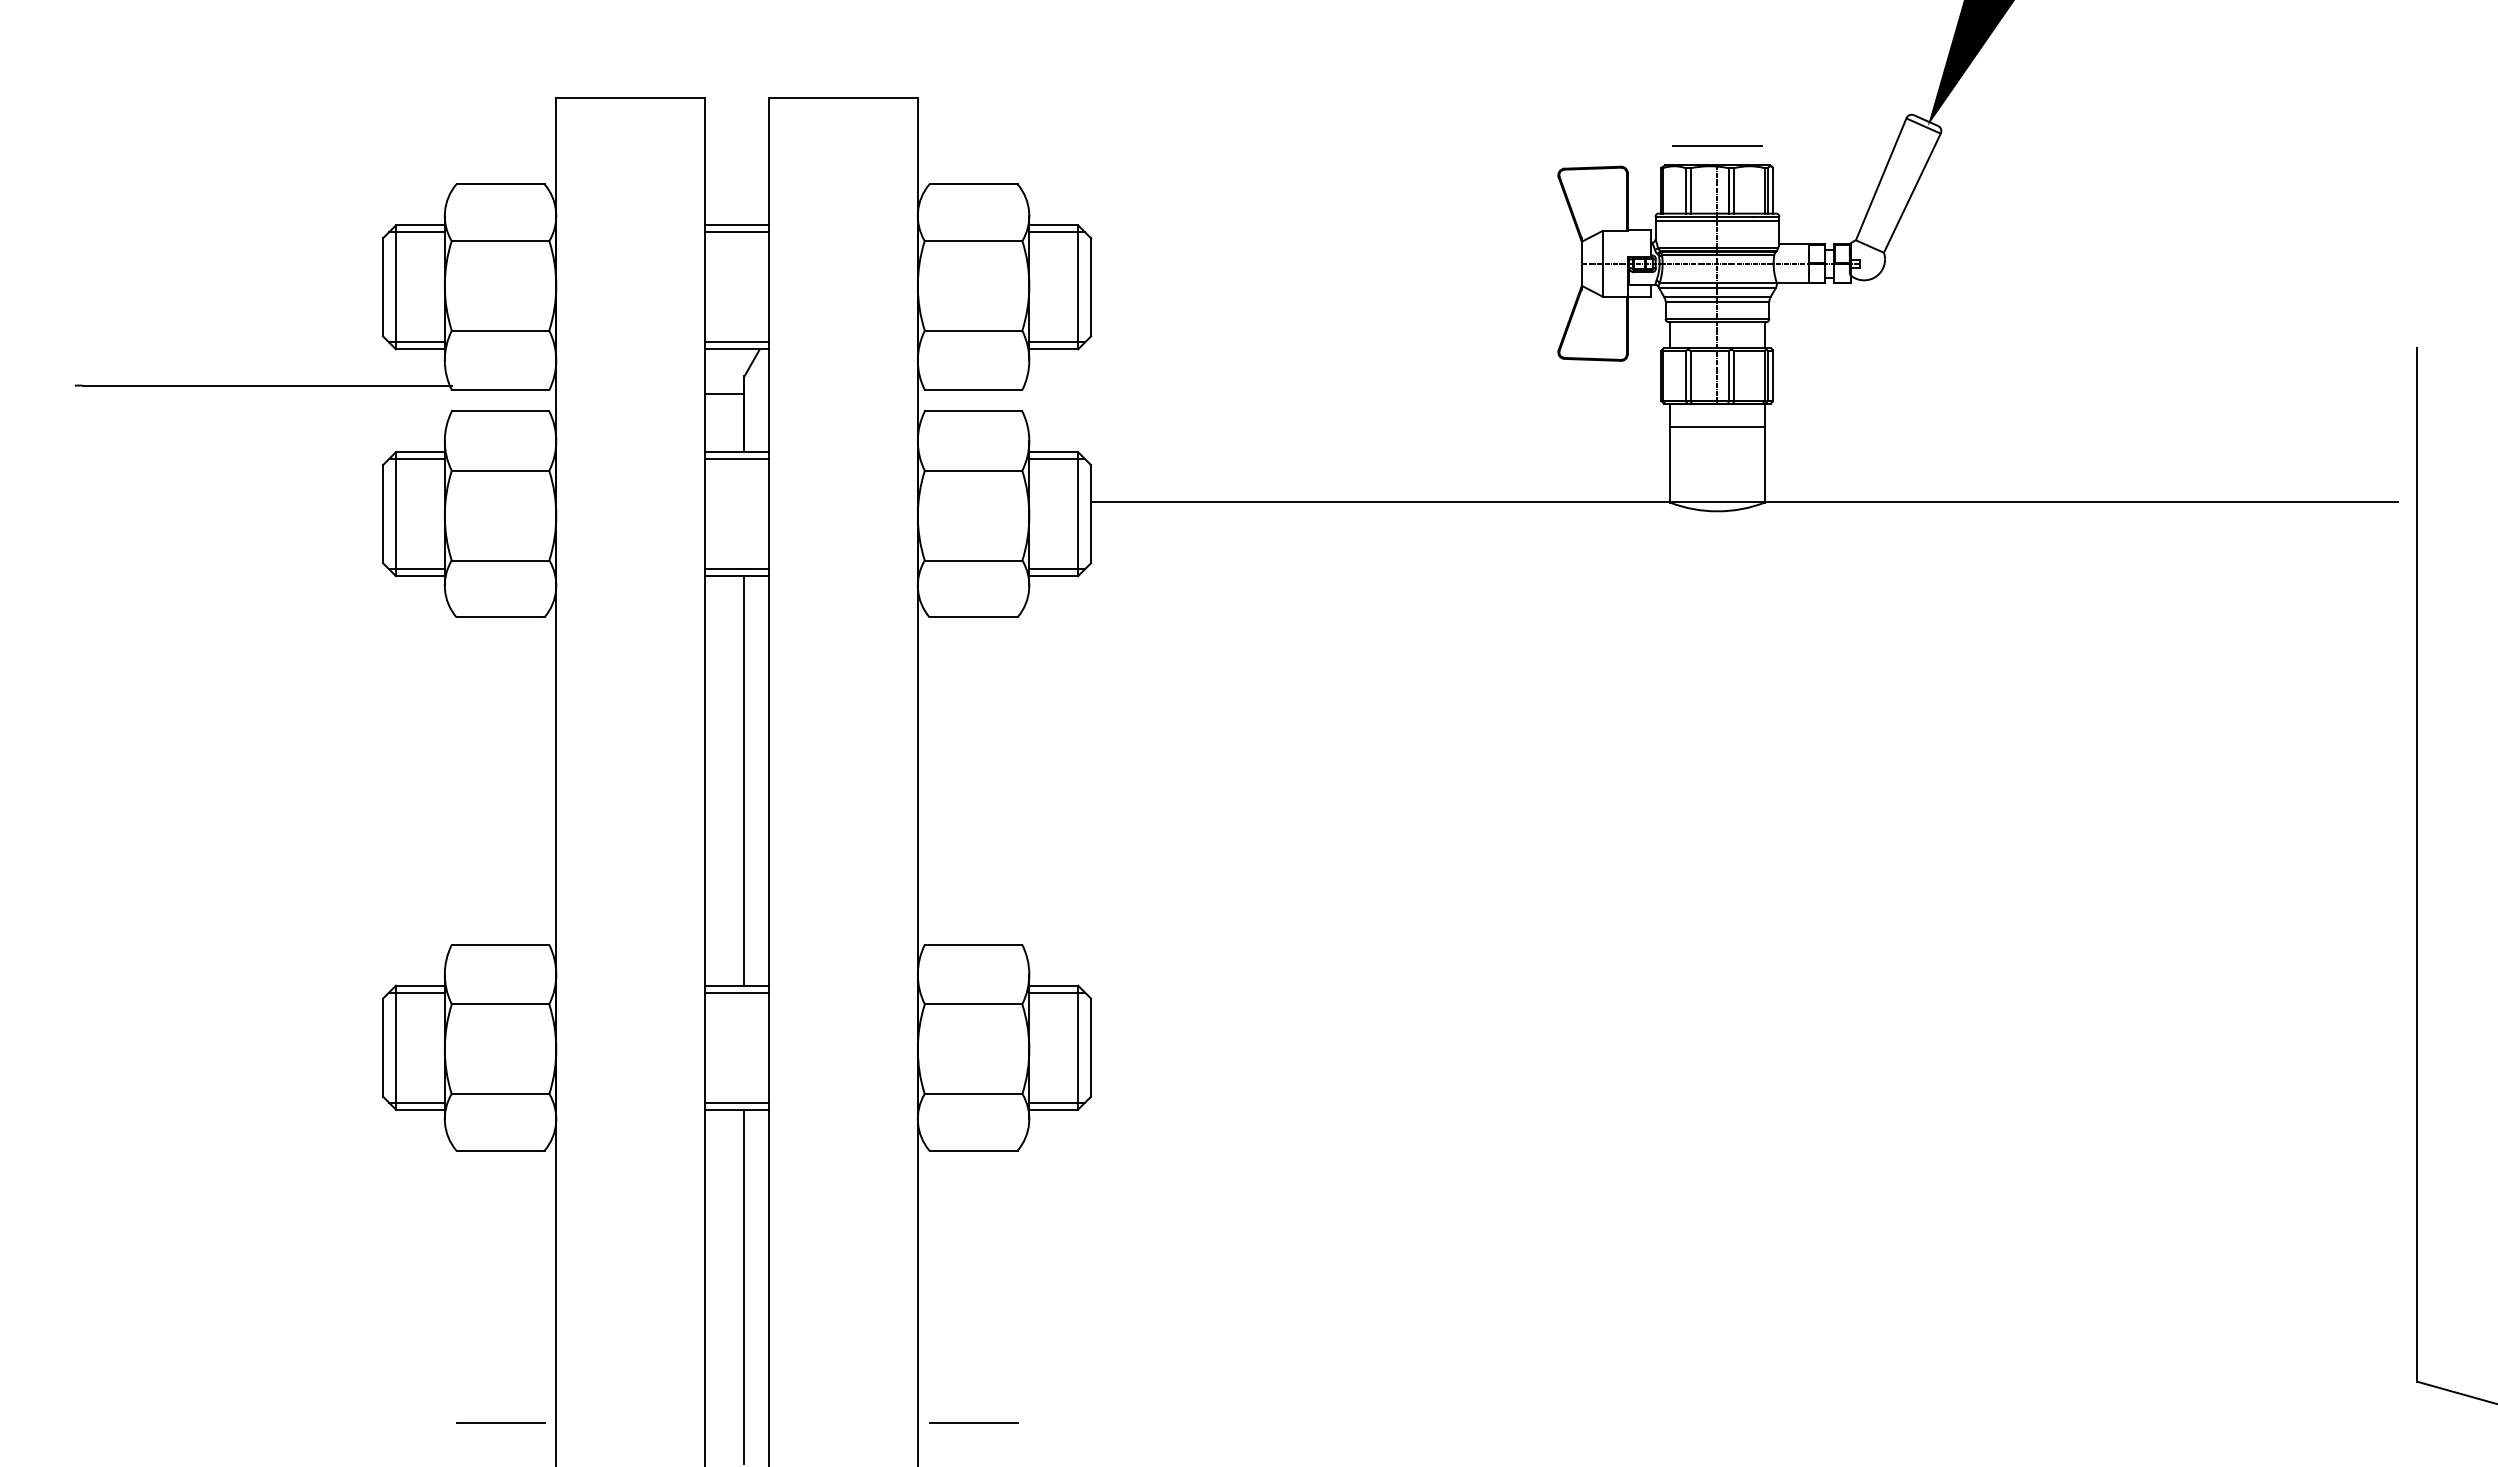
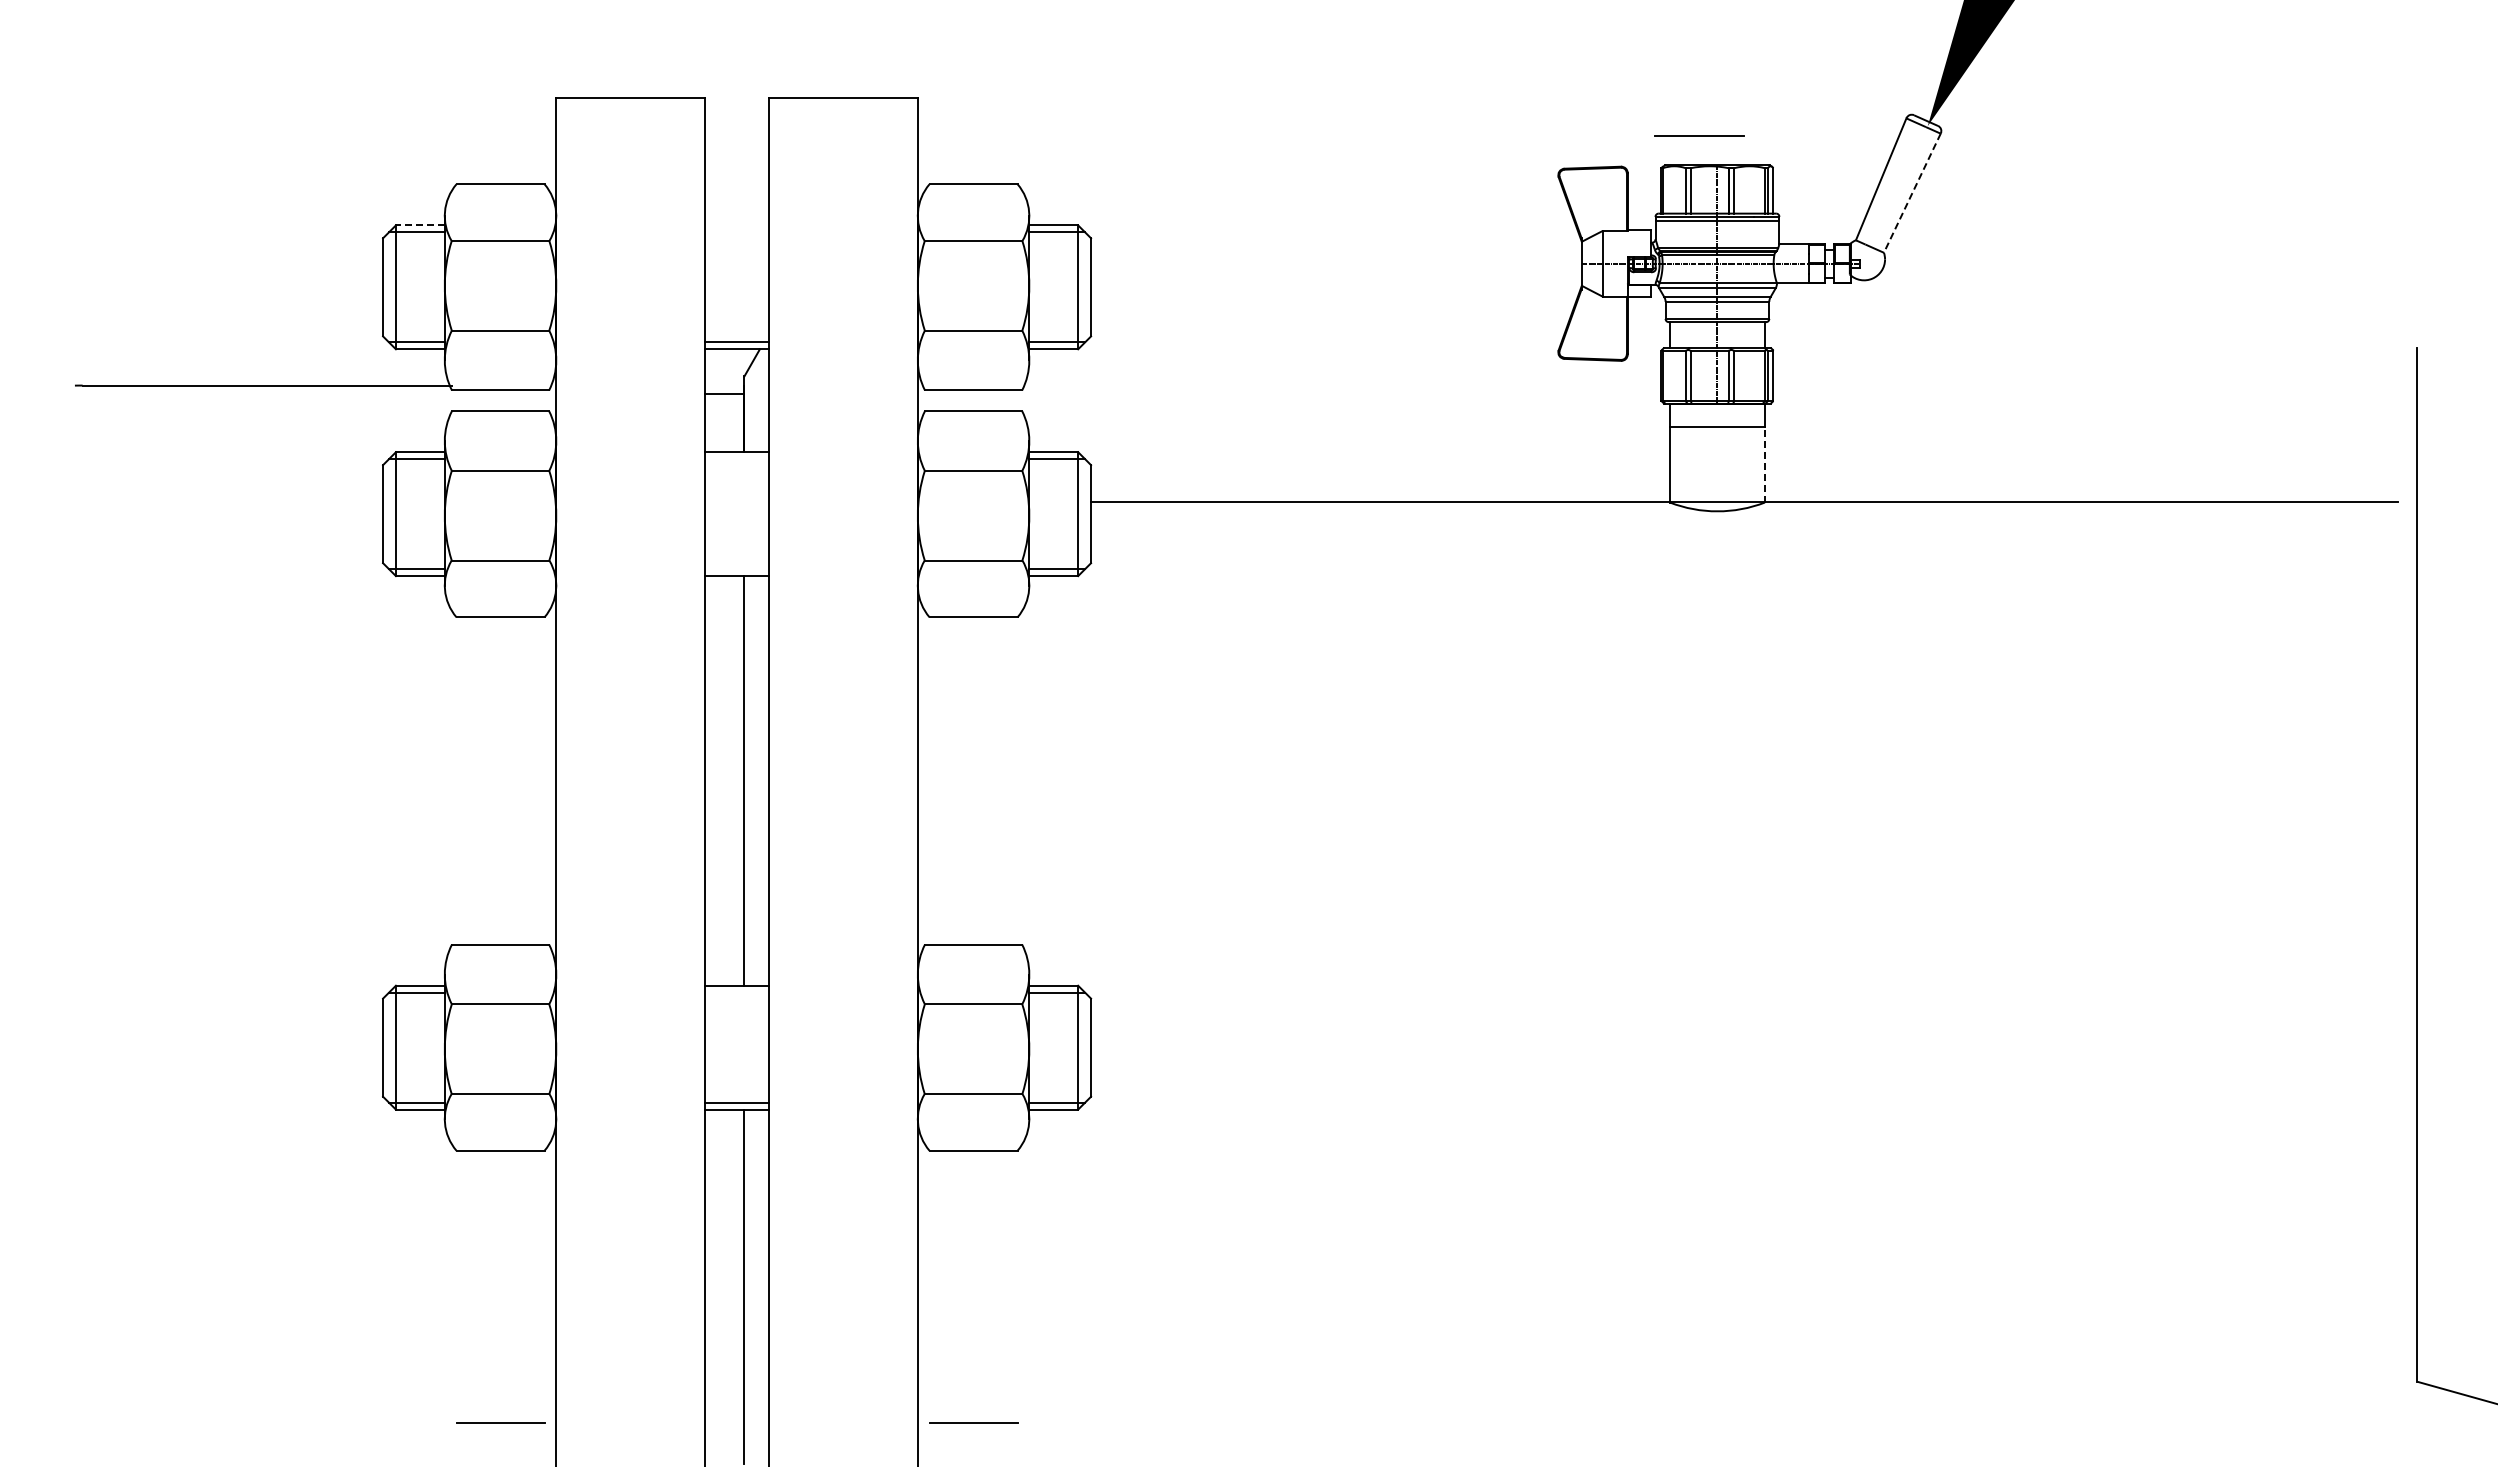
line at (1717, 145) position: (1717, 145) -> (1699, 135)
line at (1912, 193): solid -> dashed
line at (419, 225): solid -> dashed
line at (736, 225): present -> none
line at (736, 232): present -> none
line at (736, 459): present -> none
line at (1765, 464): solid -> dashed
line at (736, 569): present -> none
line at (736, 992): present -> none
